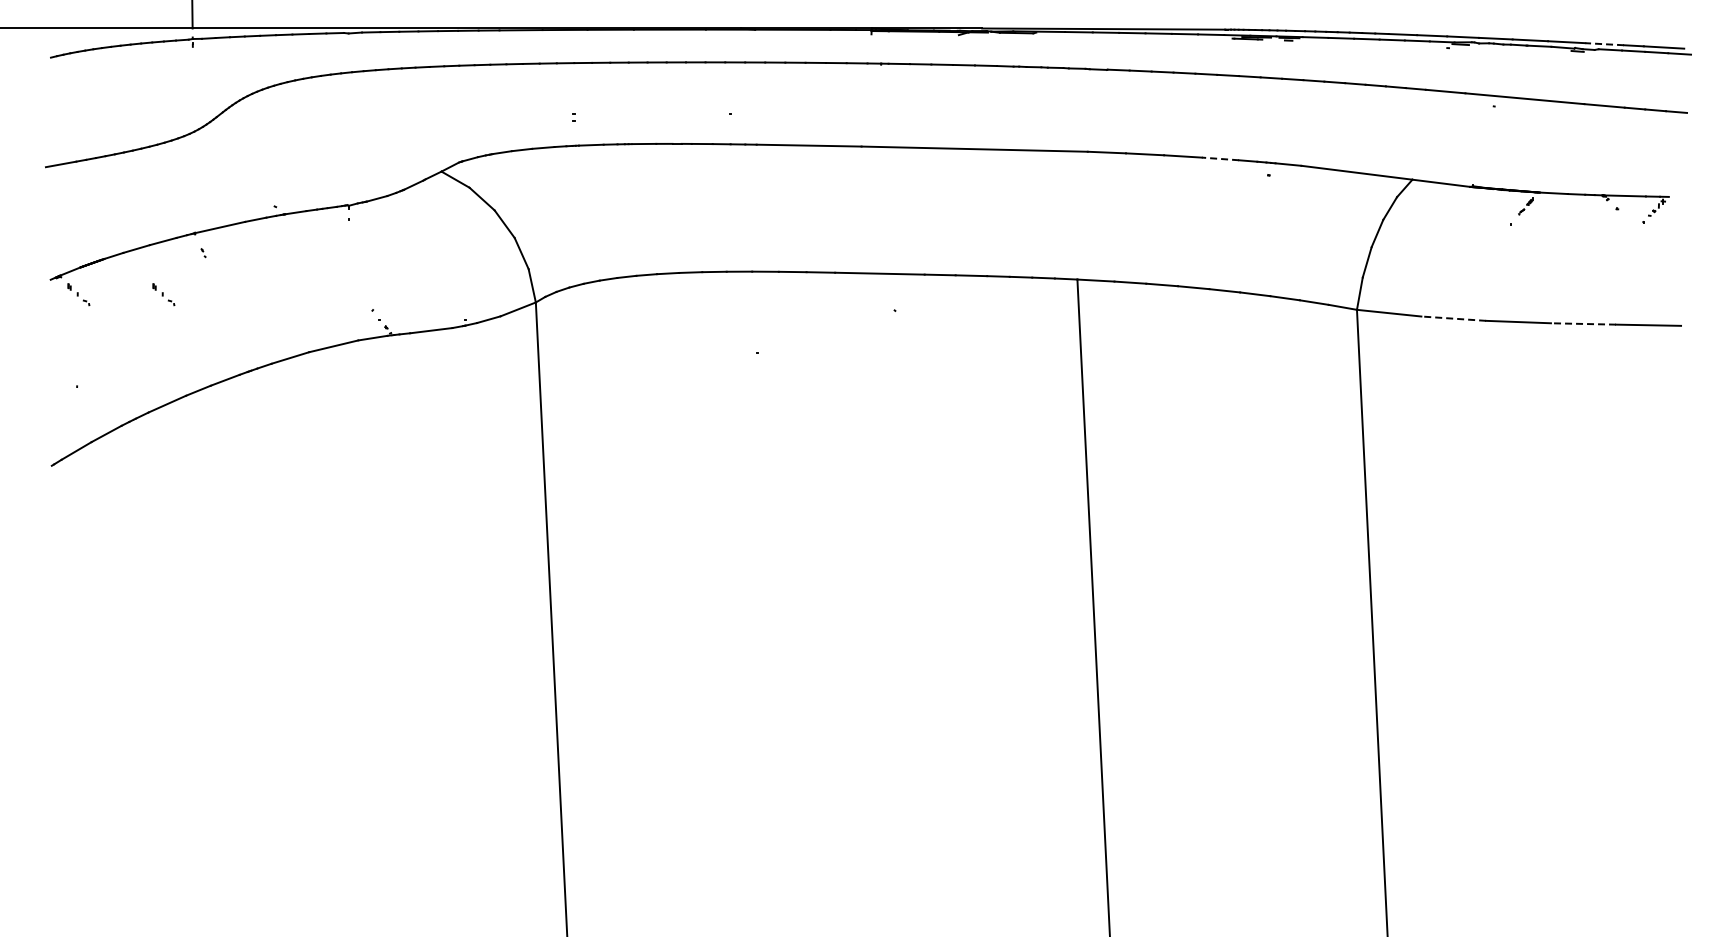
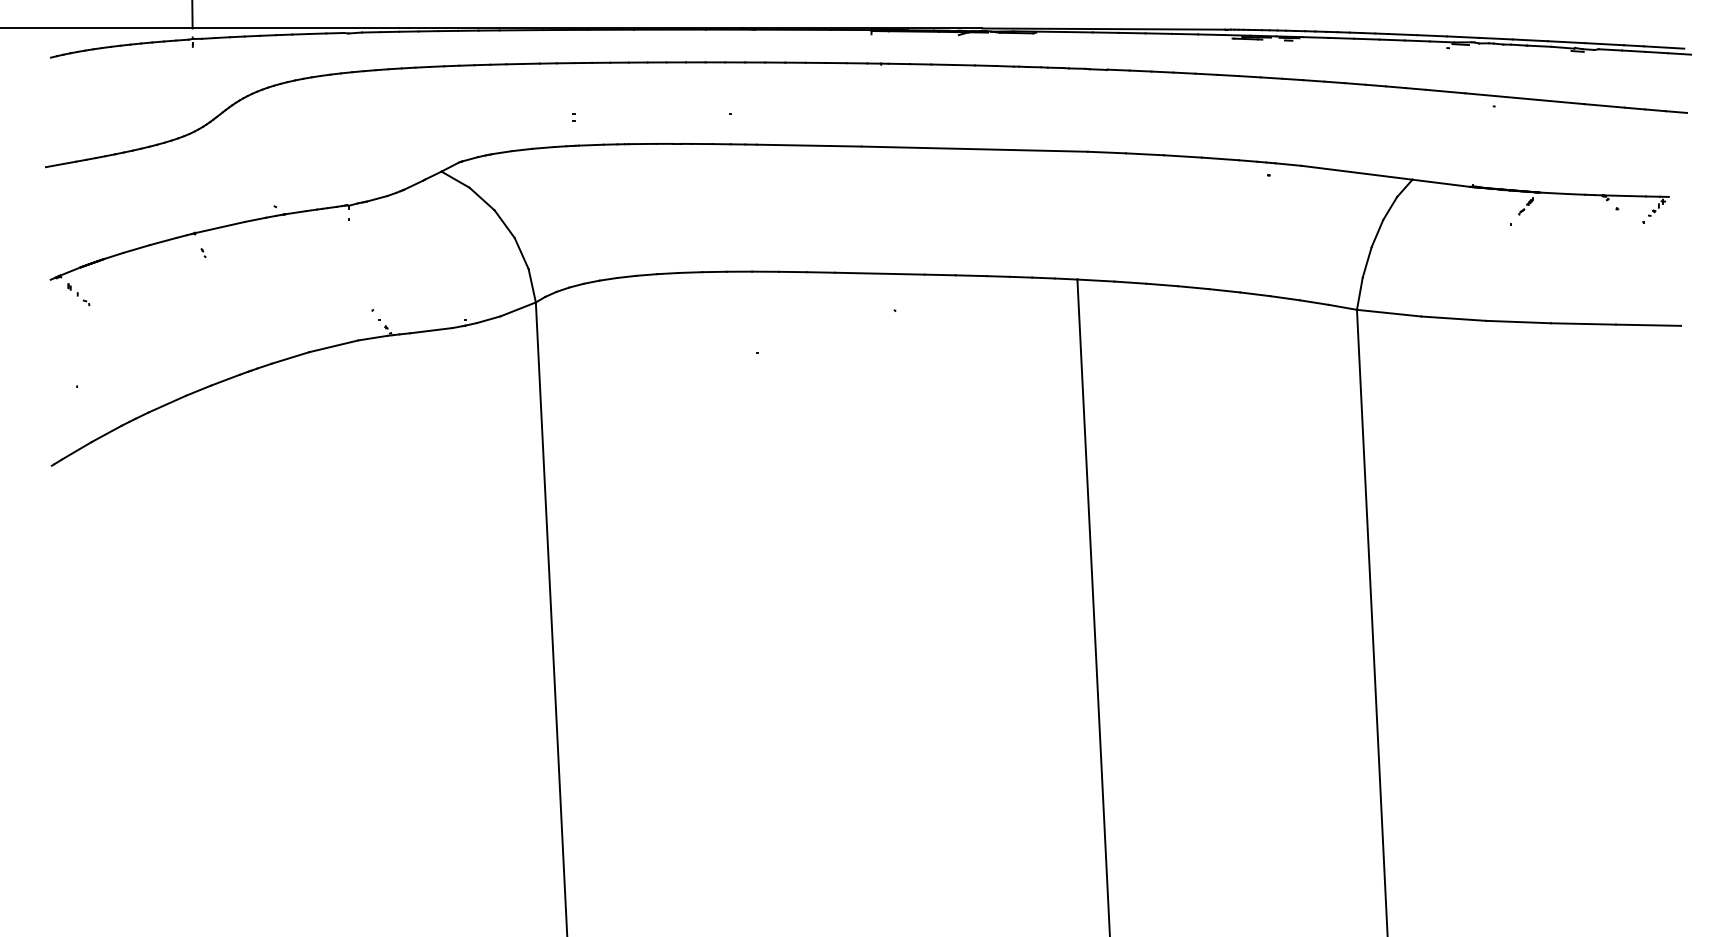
line at (1604, 44): dashed -> solid
line at (1220, 158): dashed -> solid
part at (163, 294): present -> none
line at (1453, 318): dashed -> solid
line at (1583, 323): dashed -> solid
